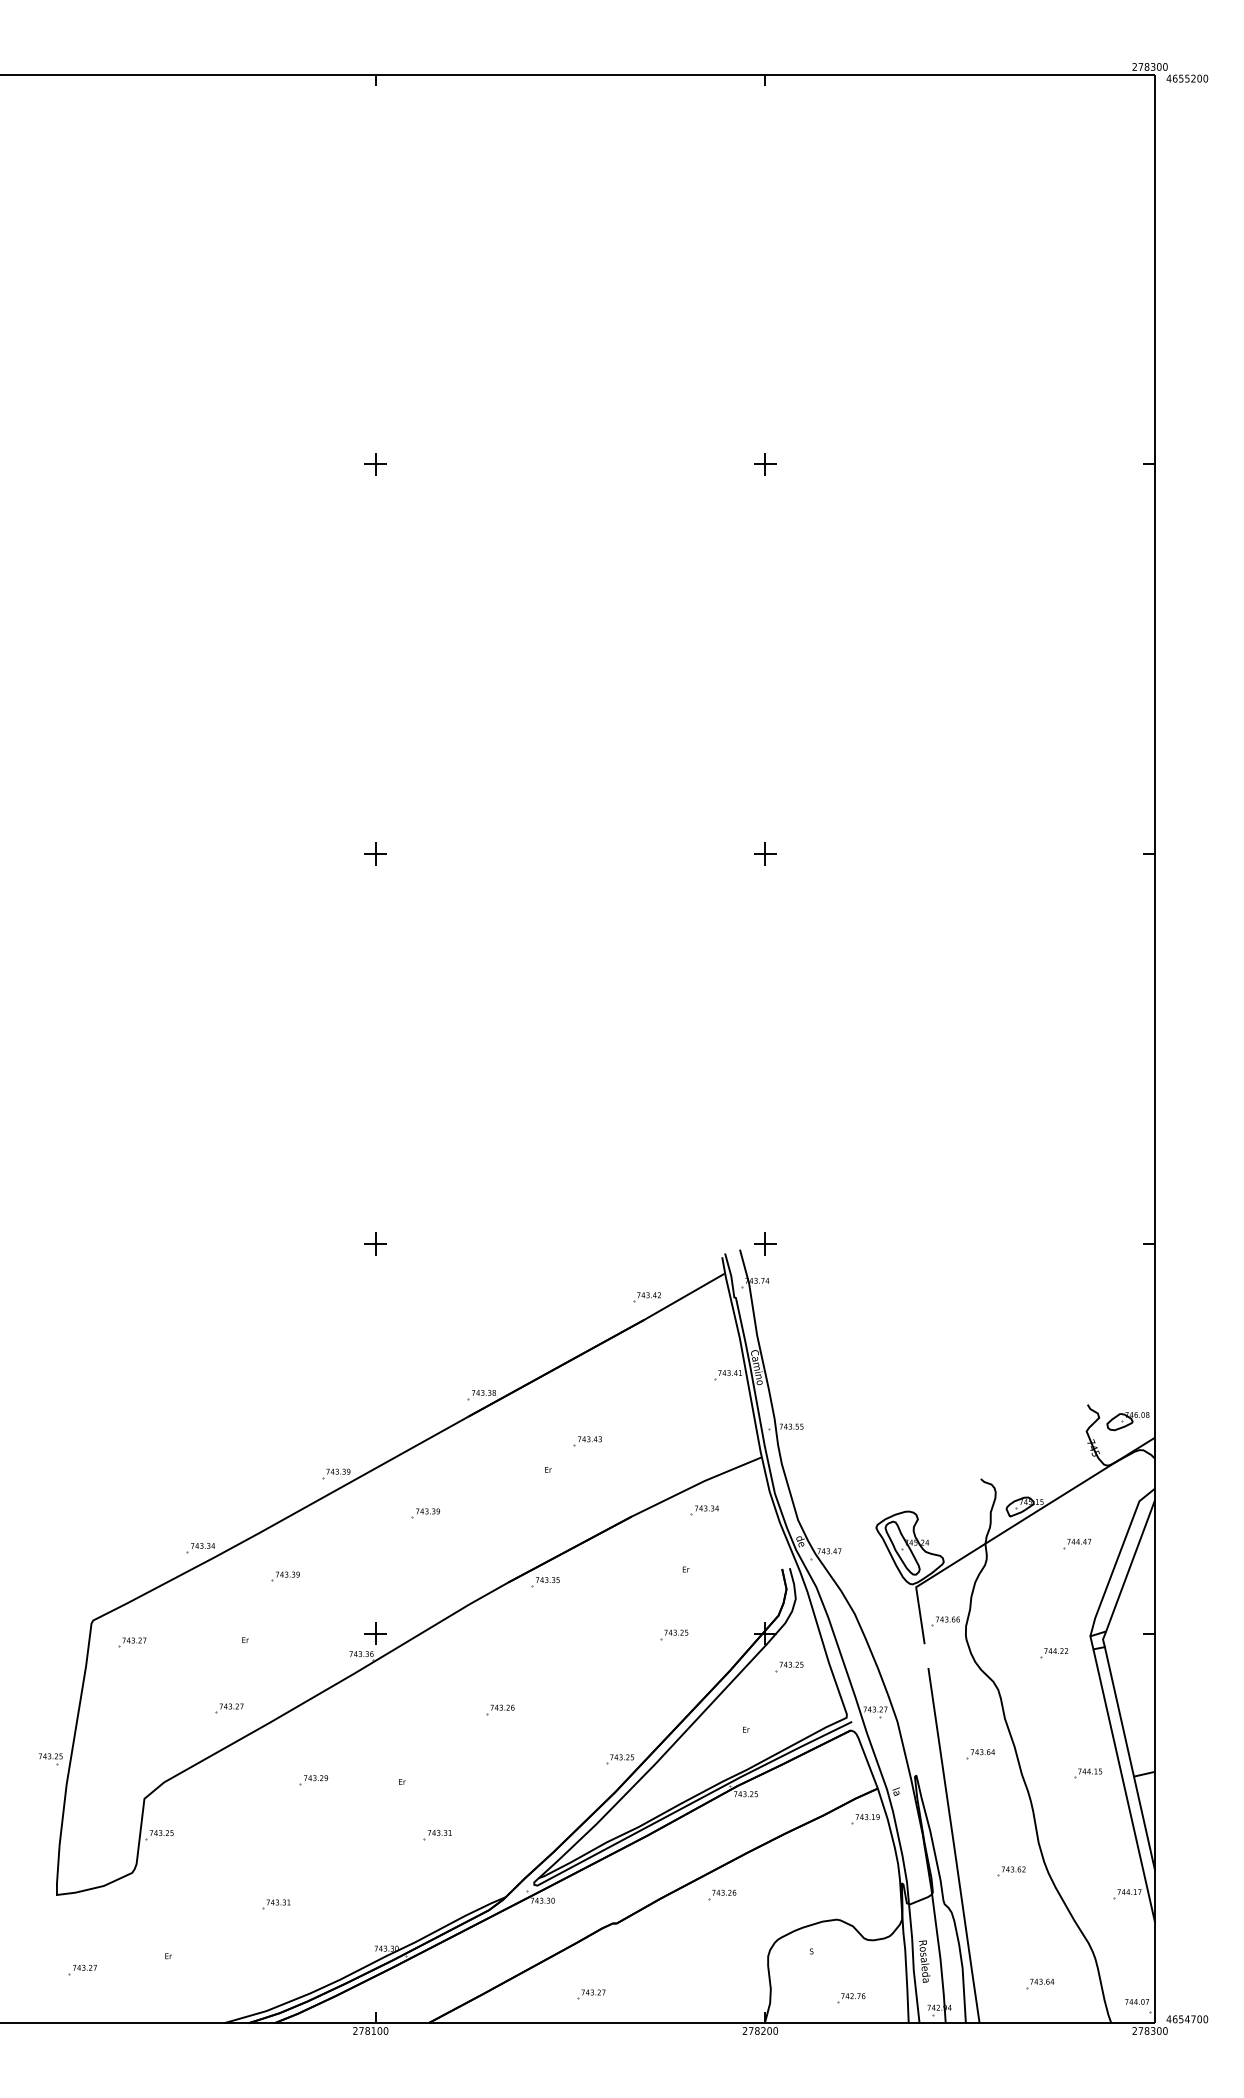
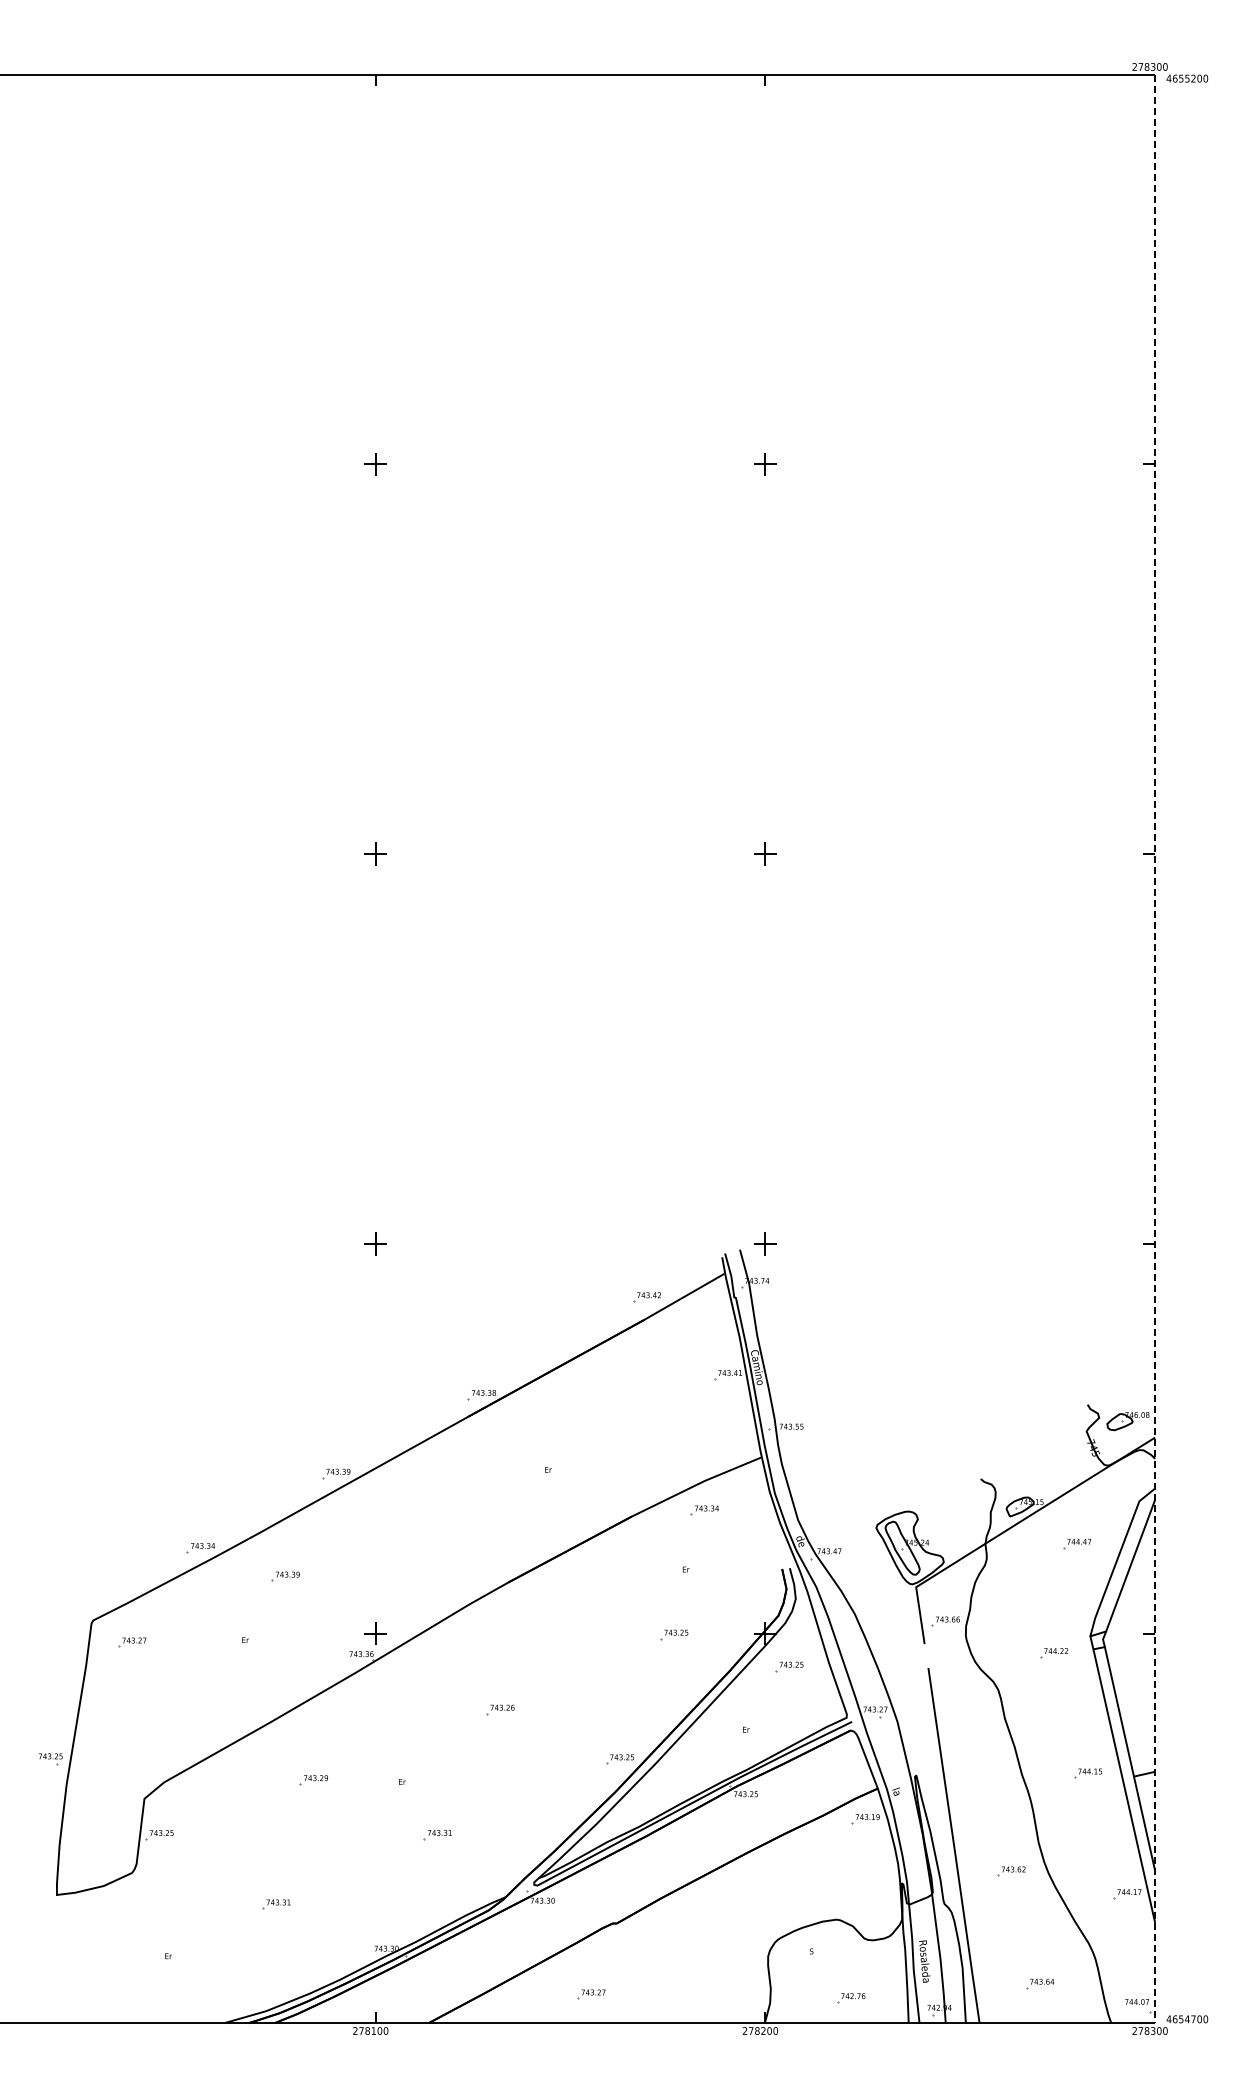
line at (1155, 1049): solid -> dashed
part at (587, 1441): present -> none
part at (425, 1513): present -> none
part at (545, 1582): present -> none
part at (229, 1708): present -> none
part at (980, 1754): present -> none
part at (722, 1894): present -> none
part at (82, 1969): present -> none
